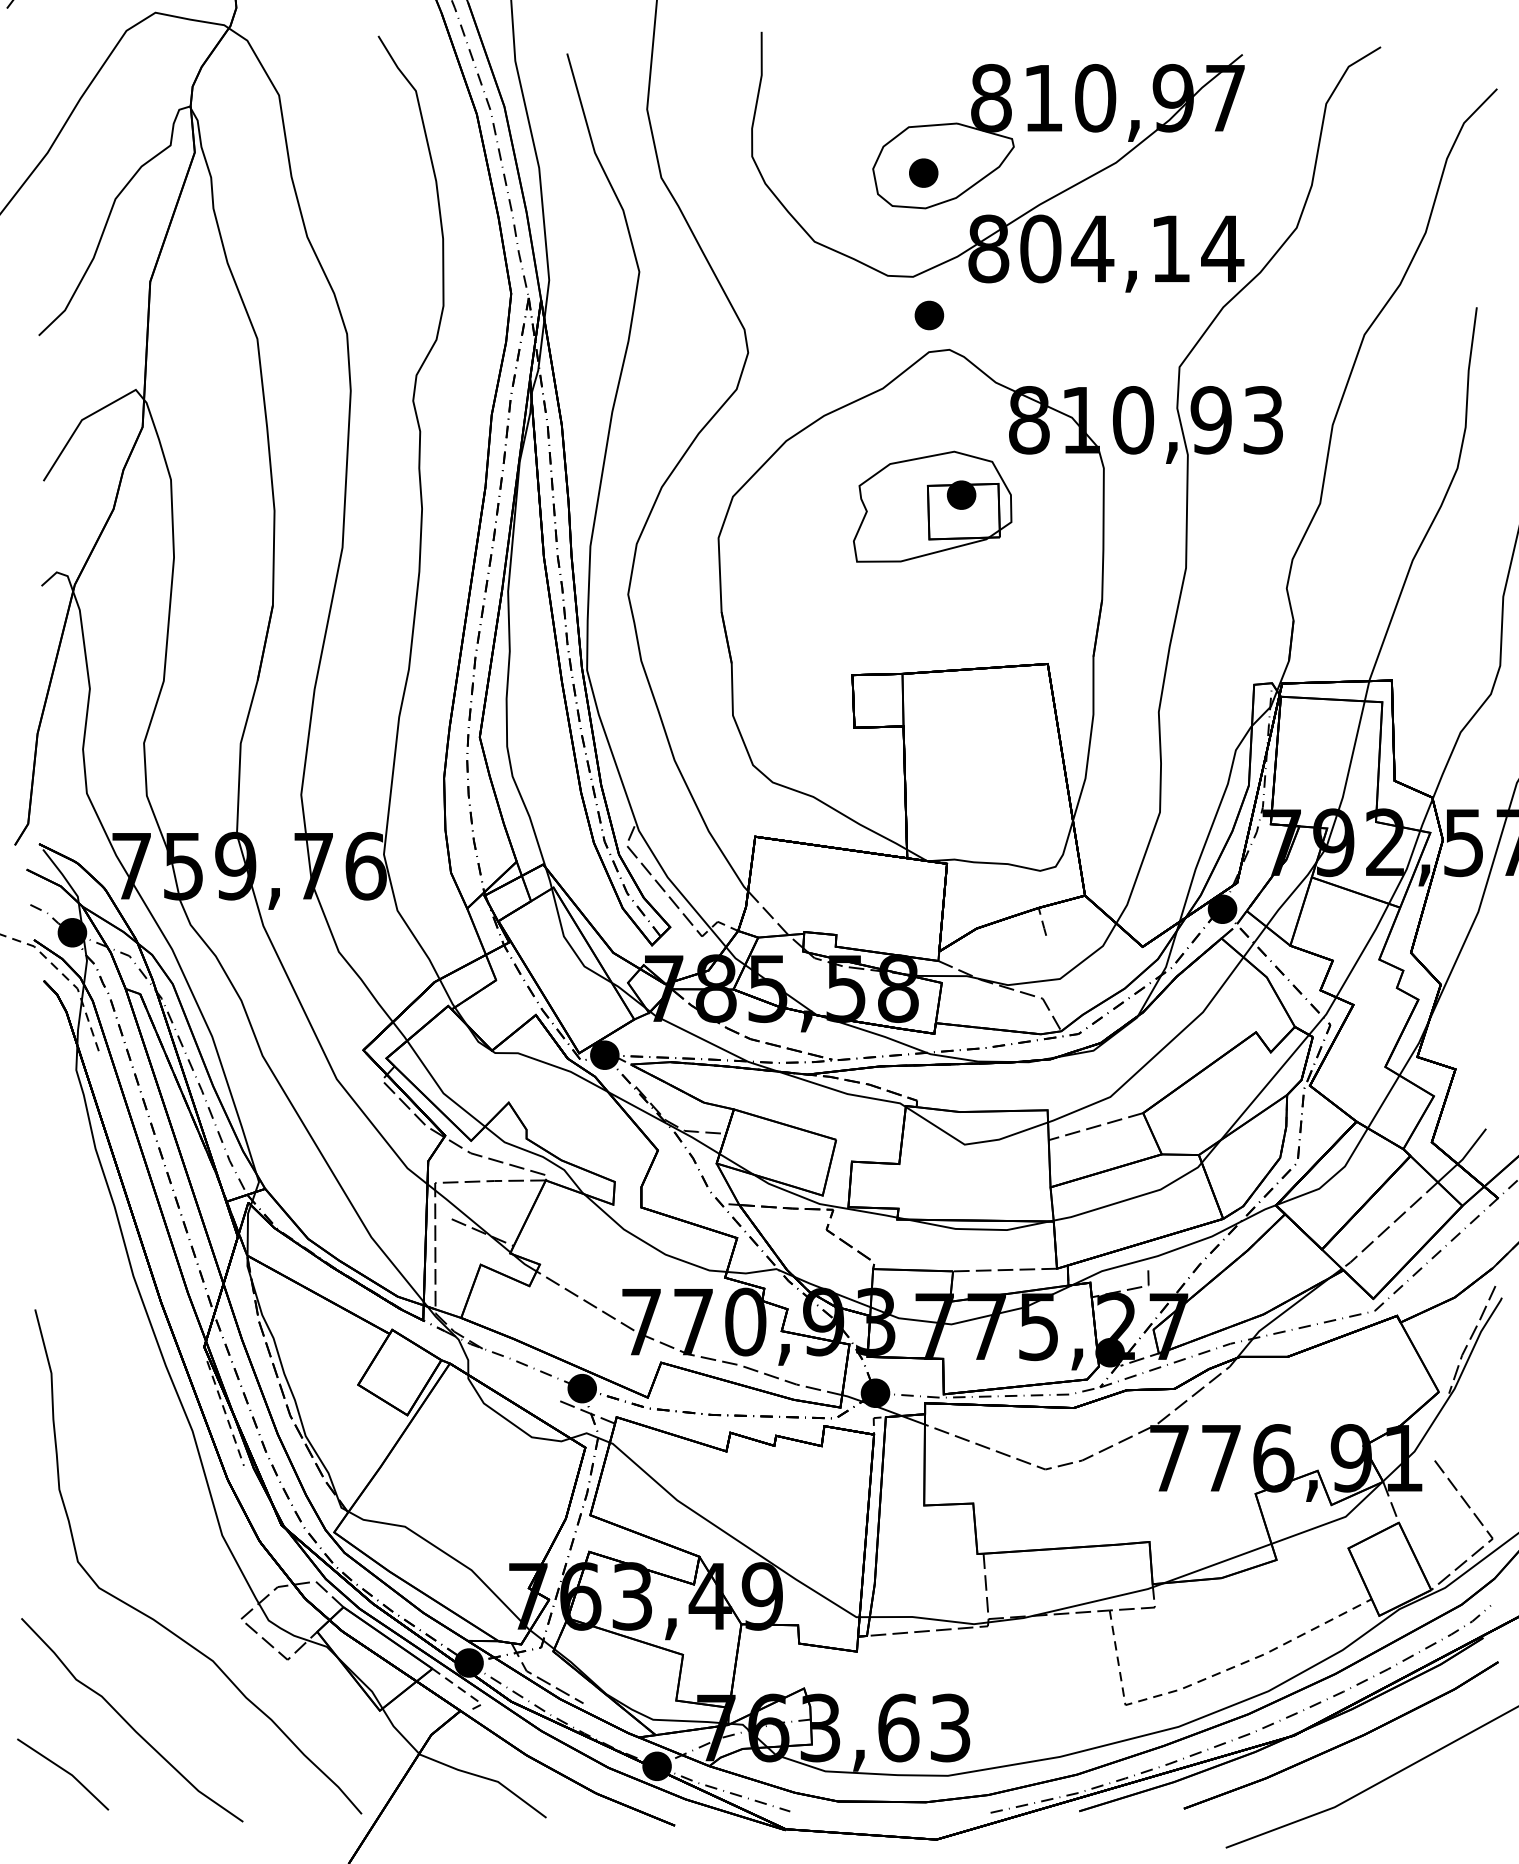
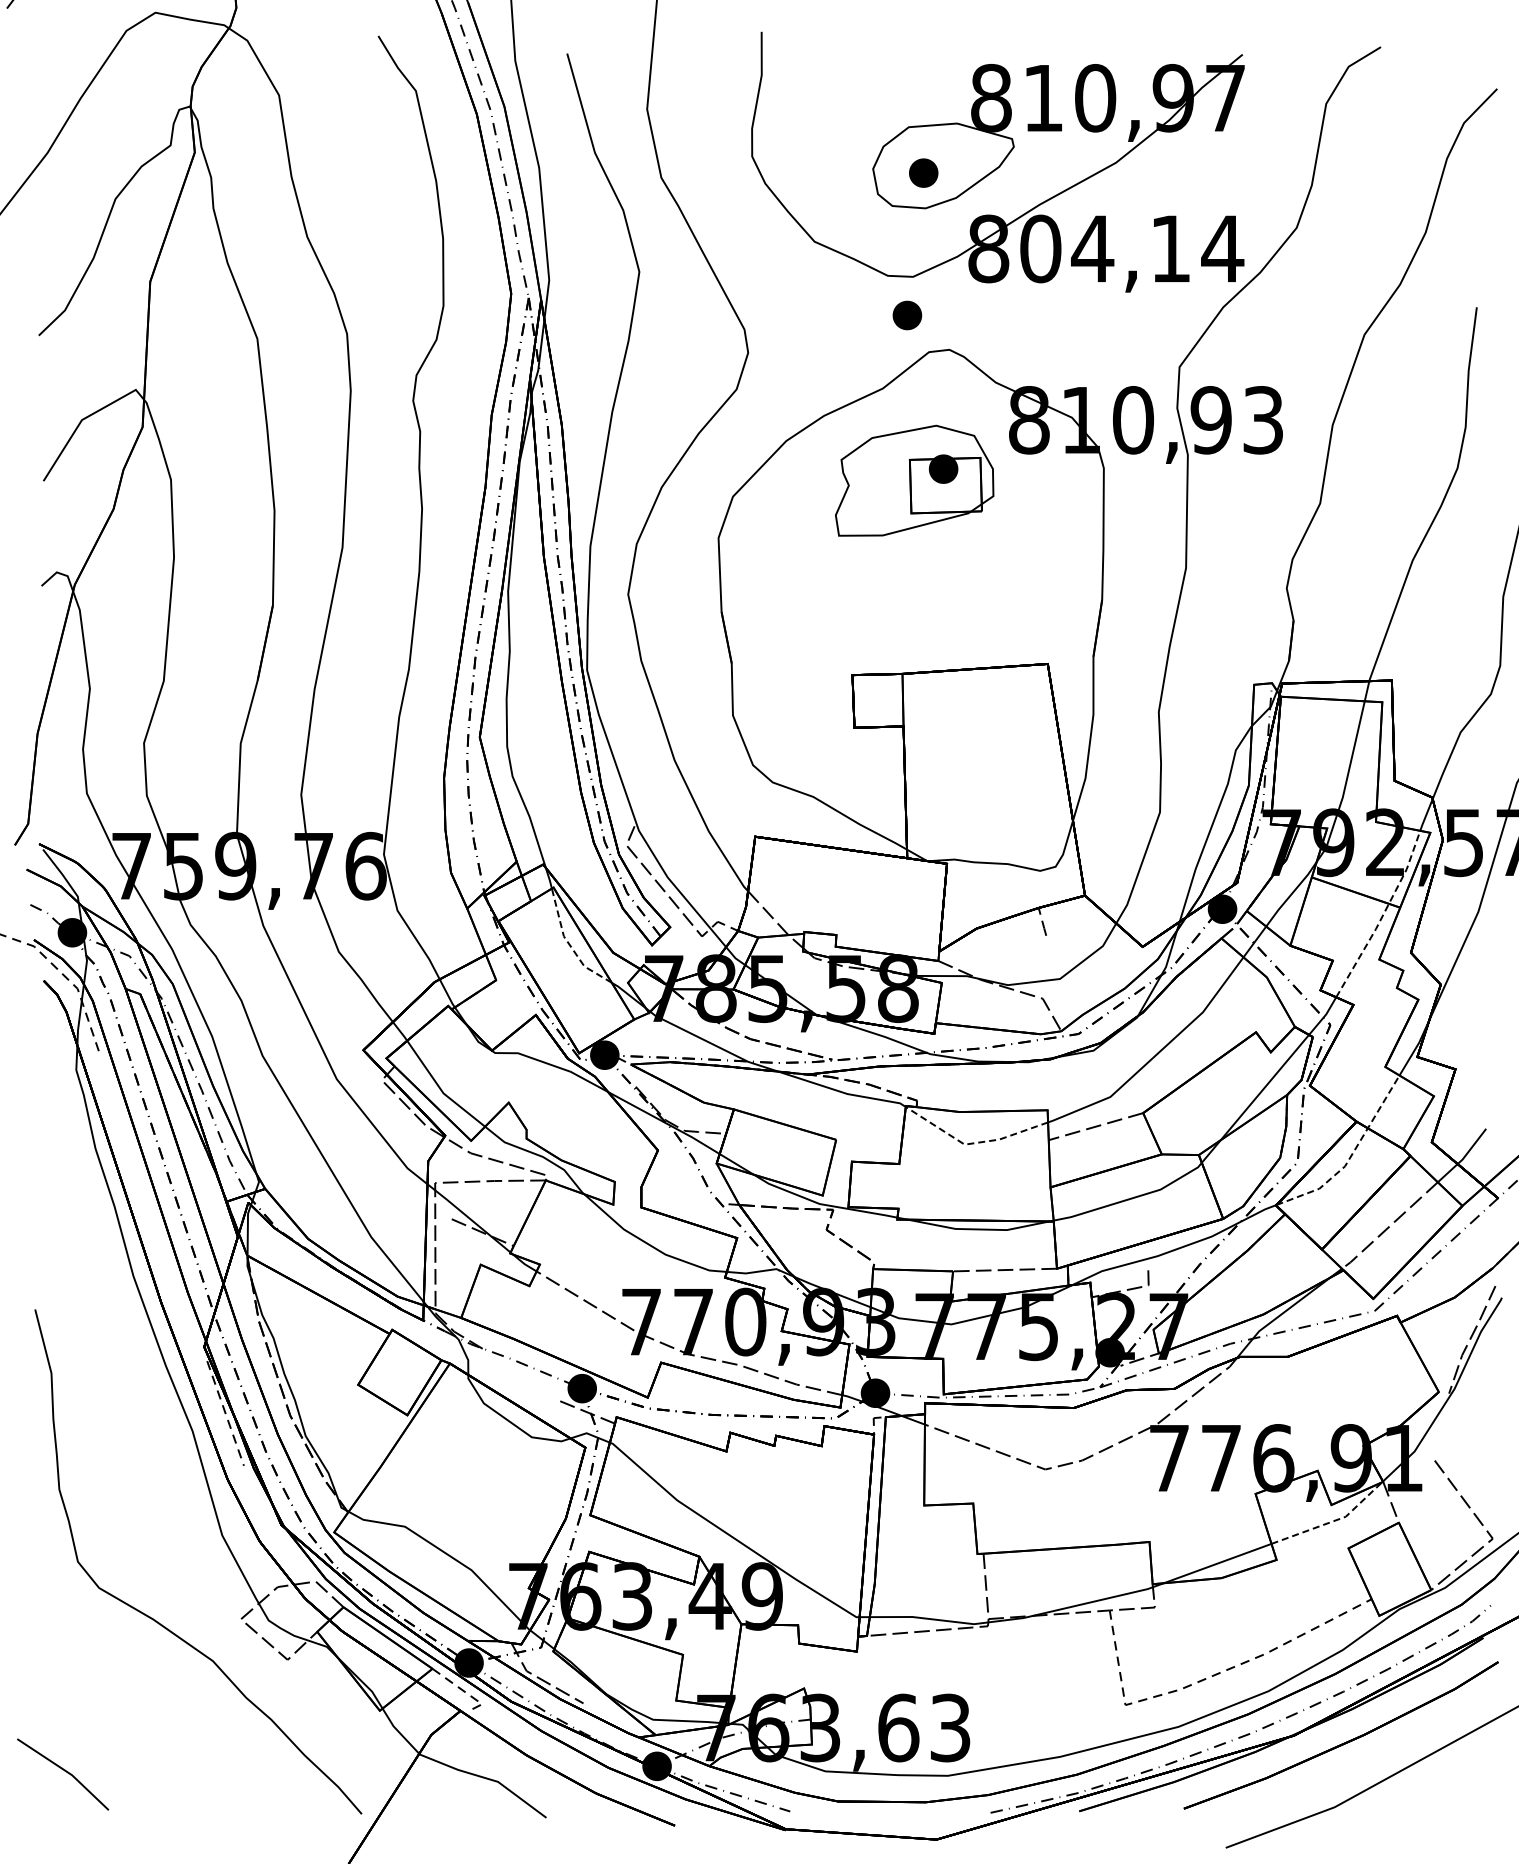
part at (929, 315) position: (929, 315) -> (907, 315)
part at (932, 506) position: (932, 506) -> (914, 480)
line at (1382, 916): solid -> dashed
line at (568, 943): solid -> dashed
line at (972, 1143): solid -> dashed
line at (1351, 1156): solid -> dashed
line at (1332, 1521): solid -> dashed
curve at (129, 1723): present -> none
